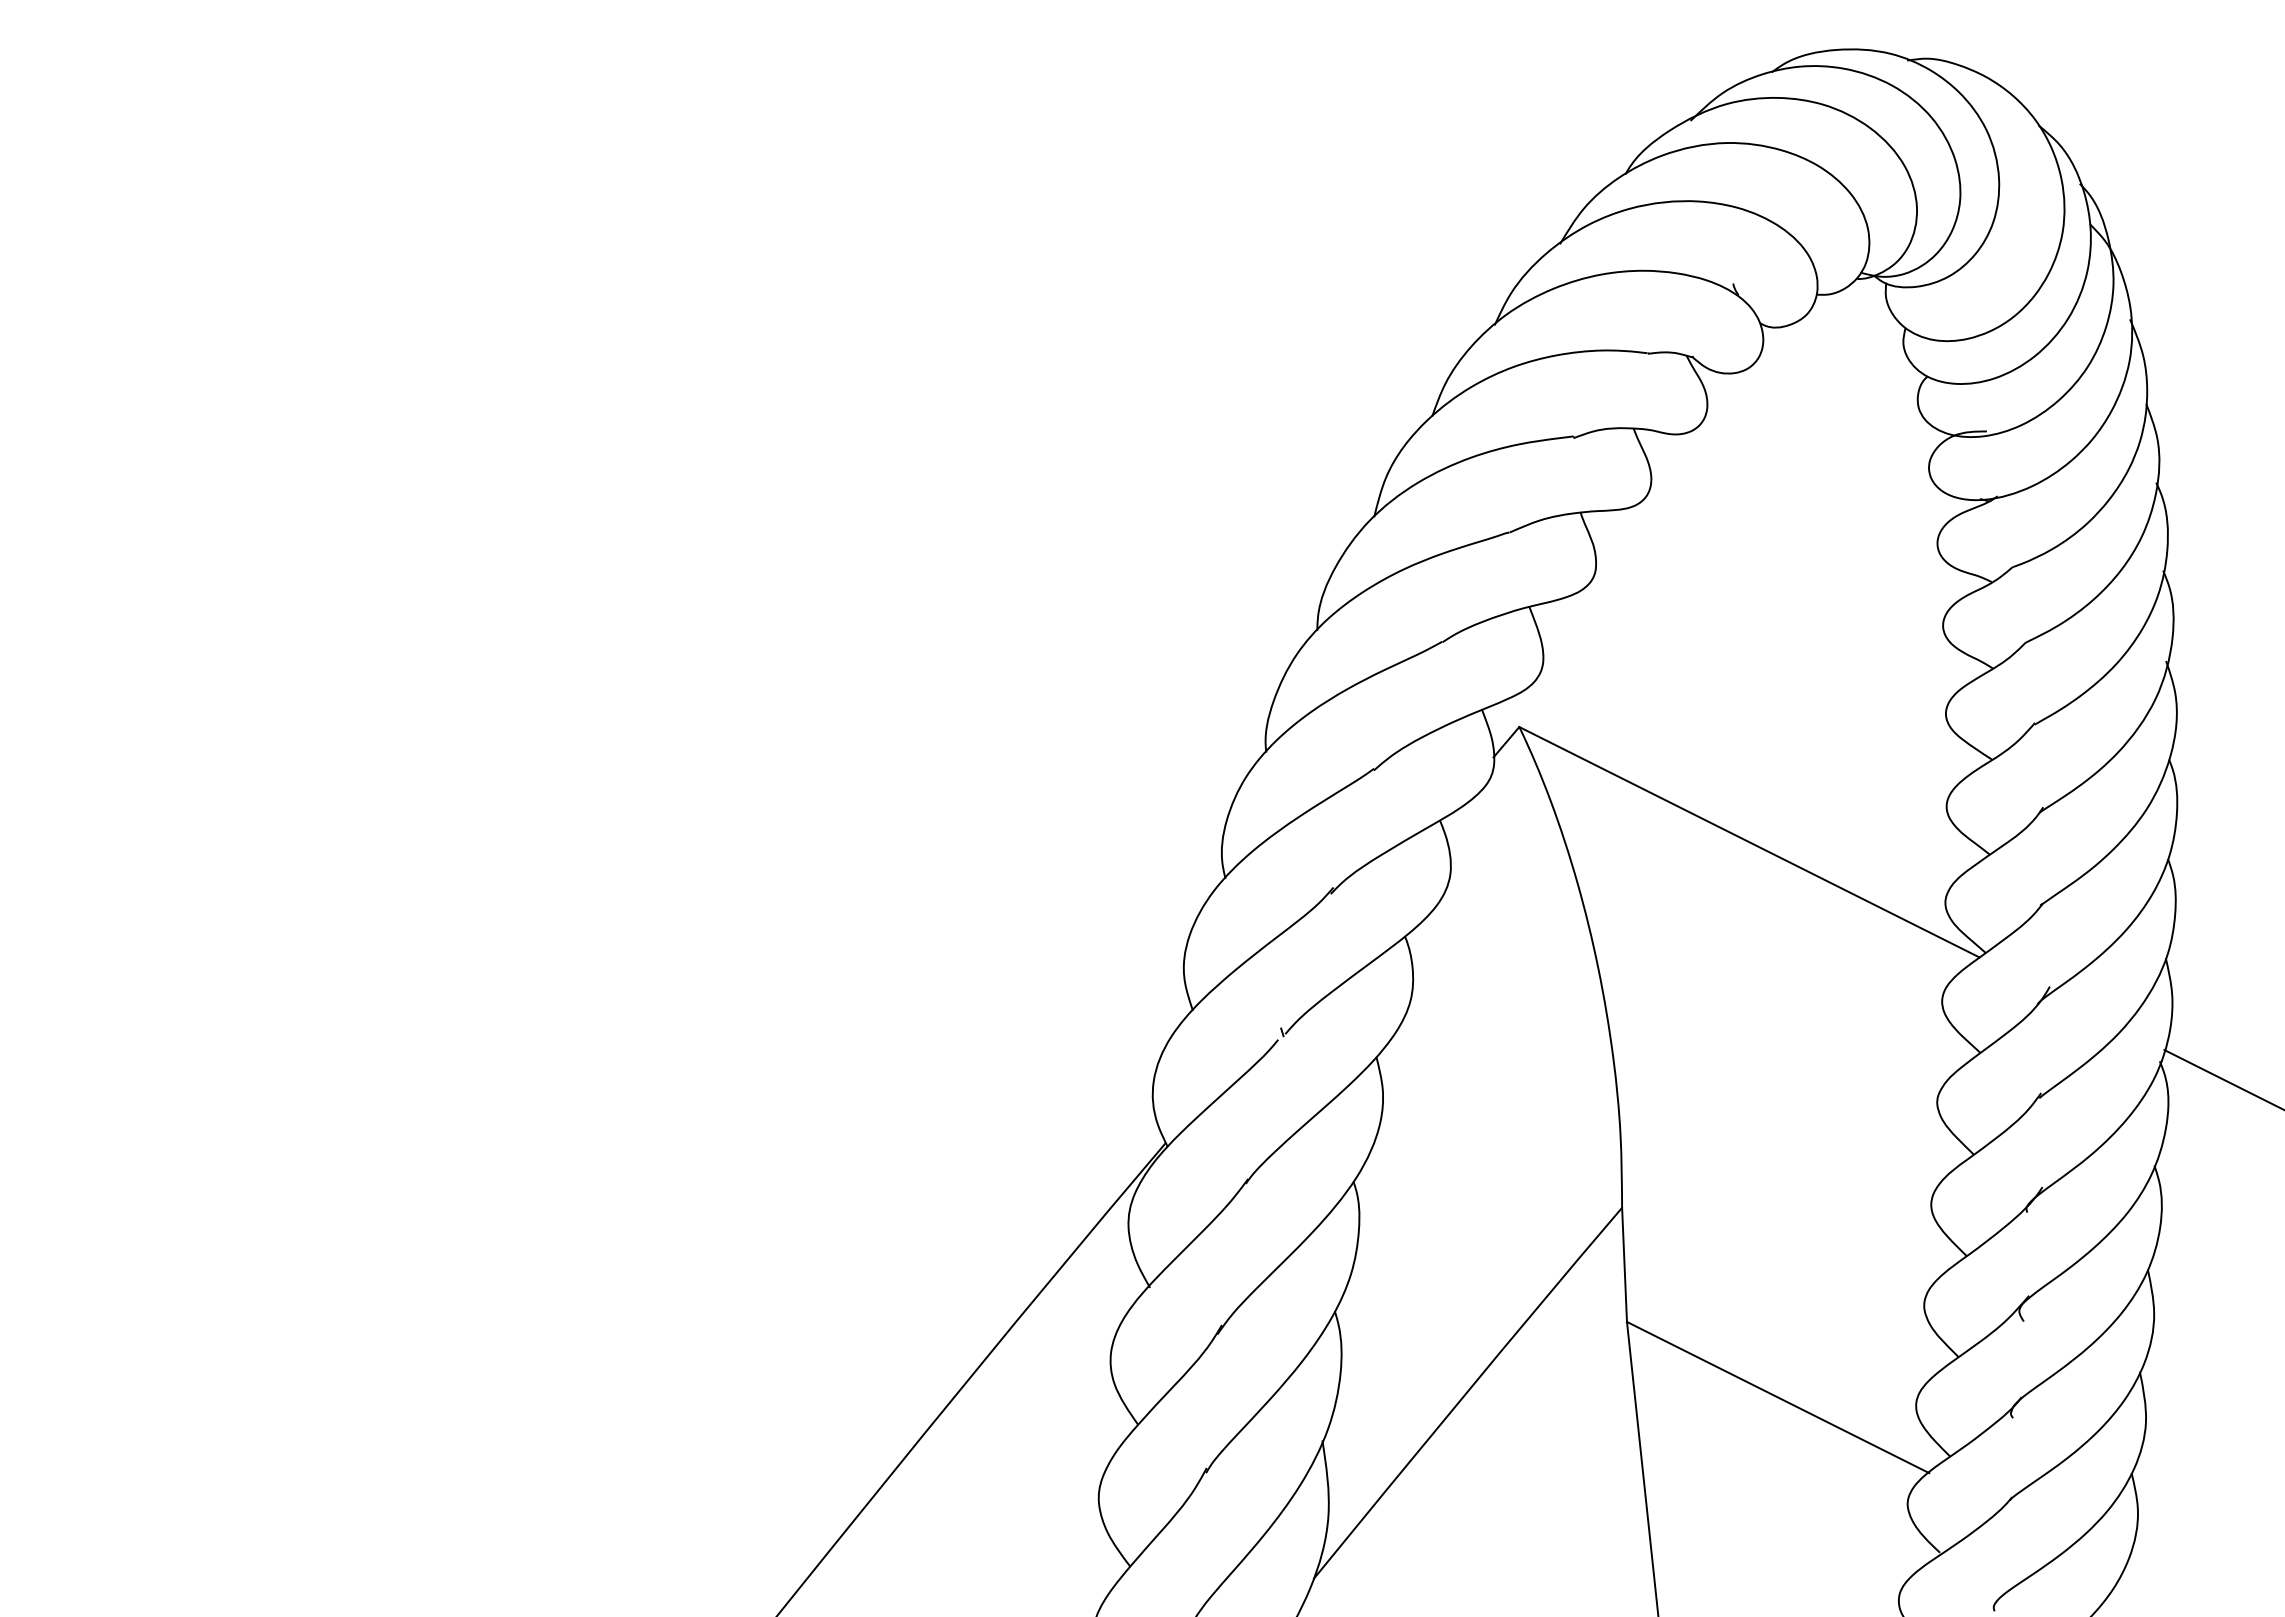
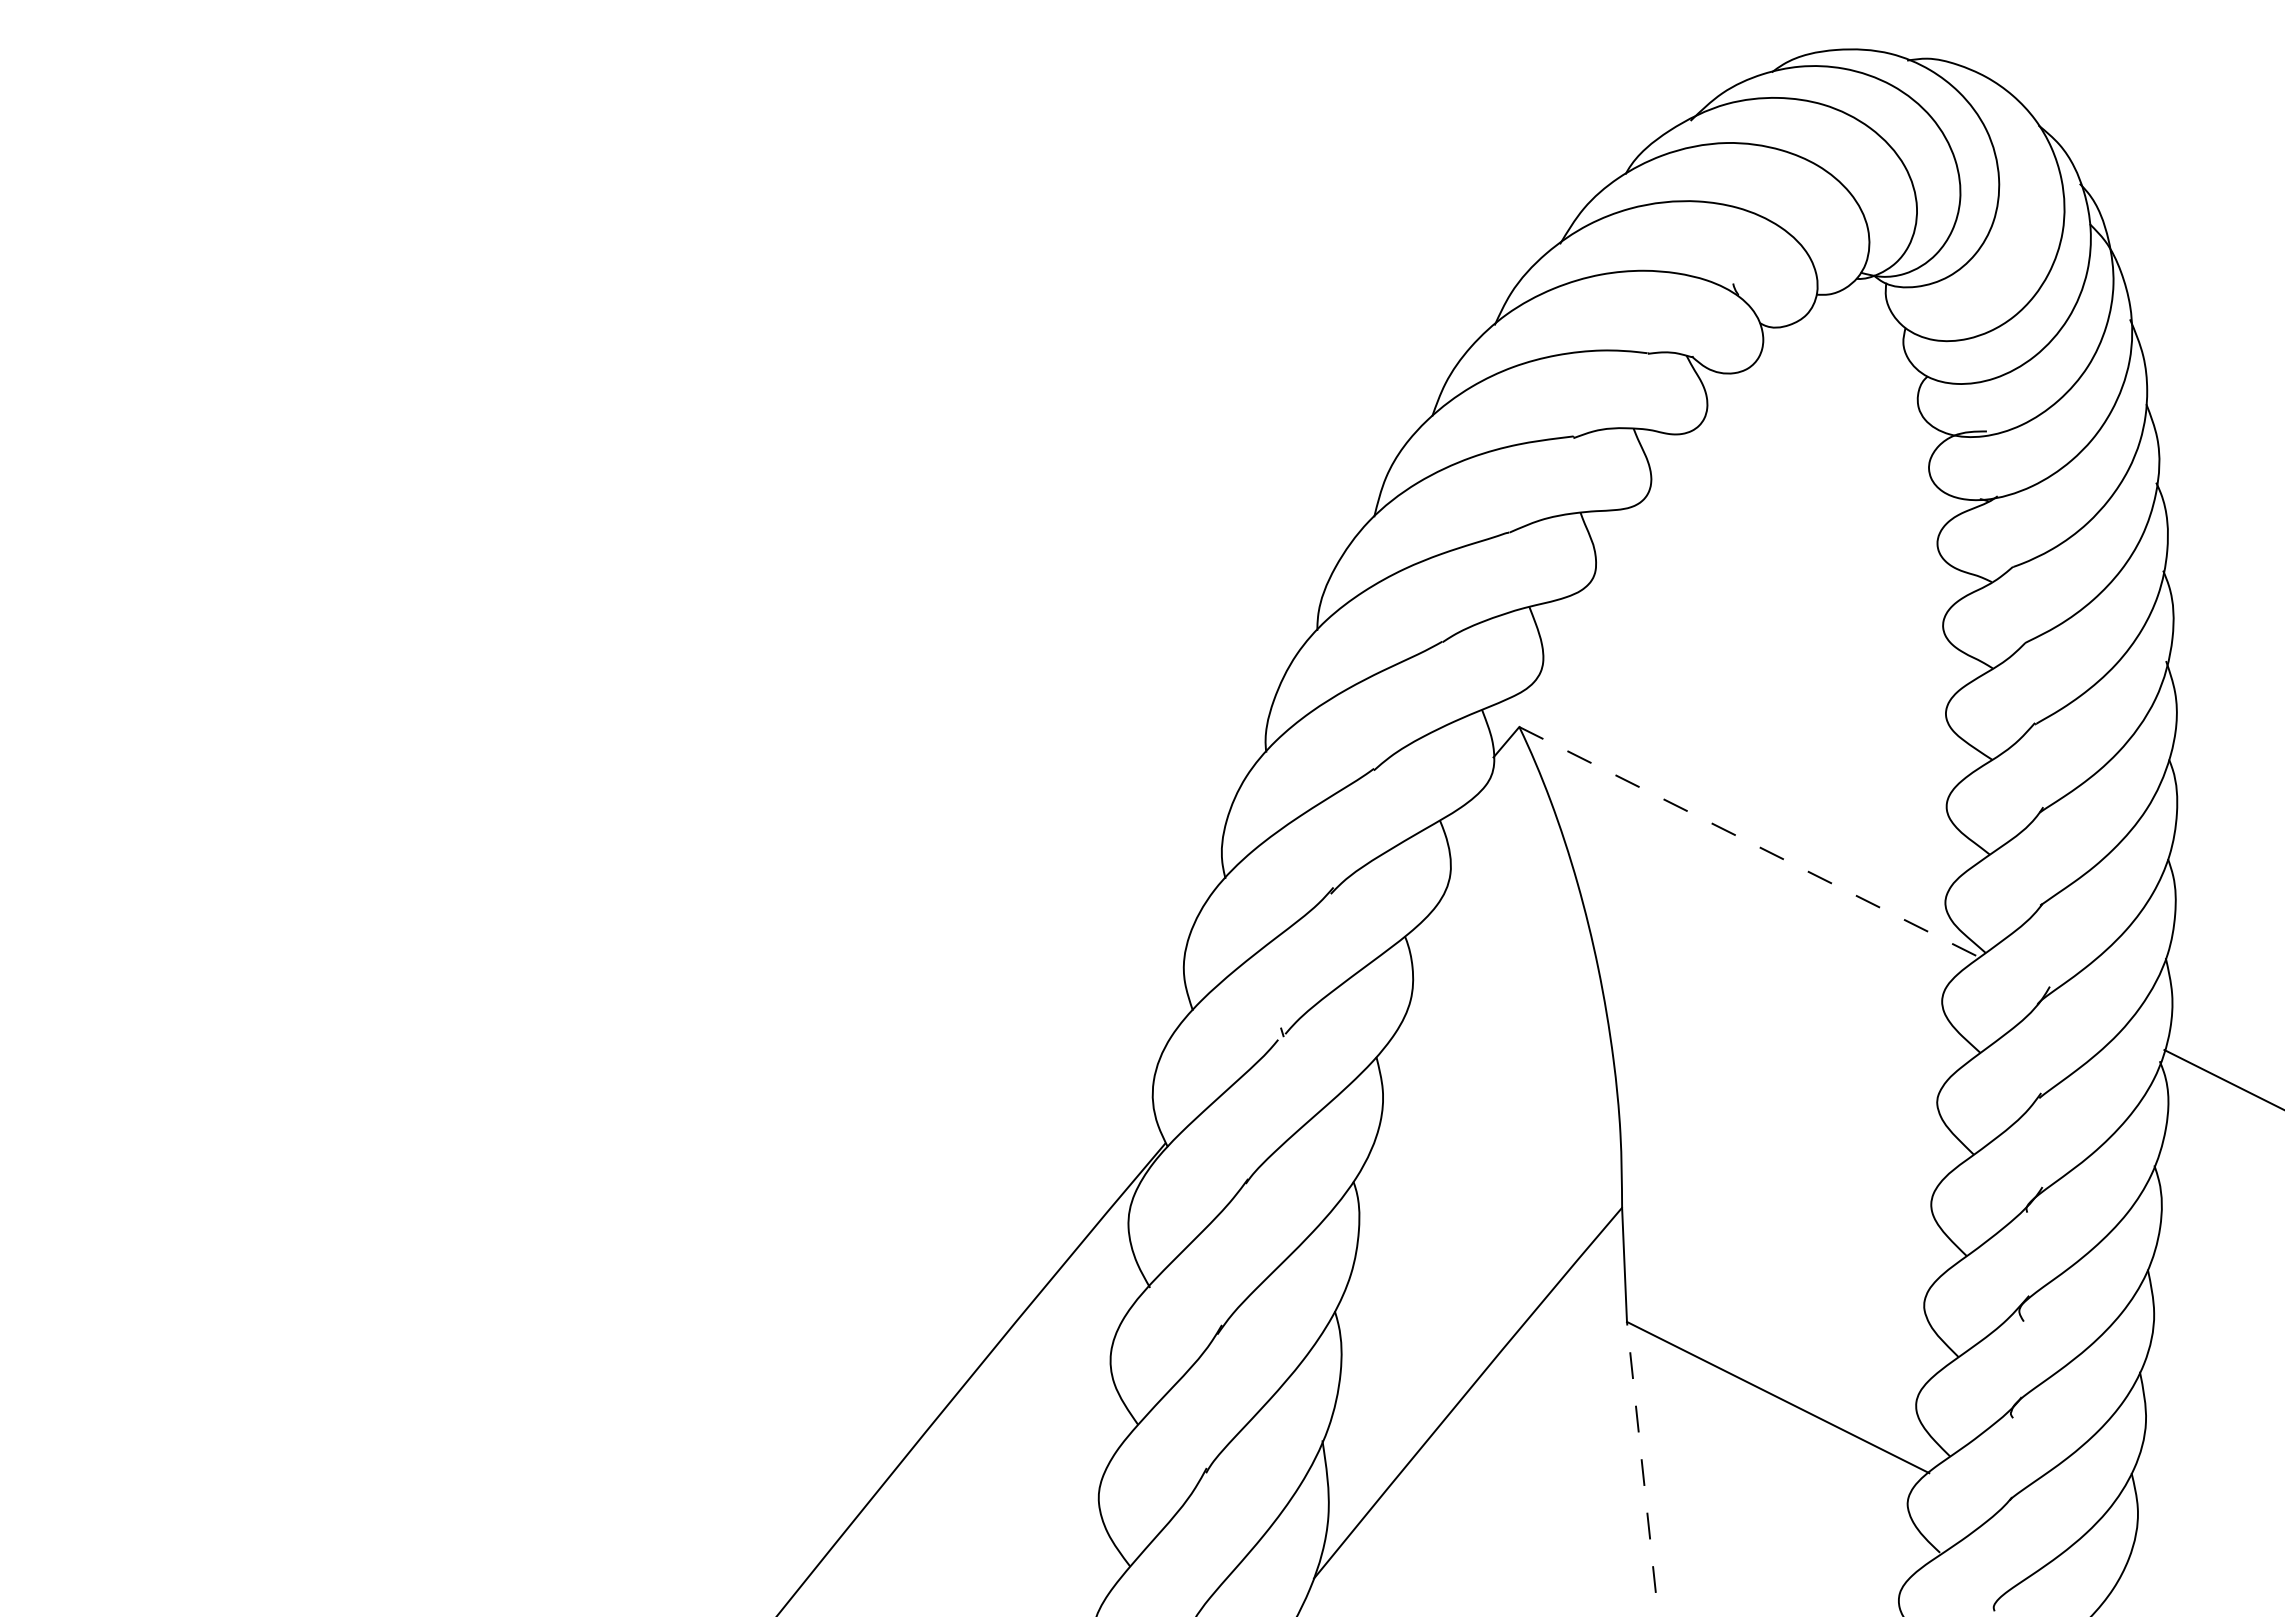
line at (1749, 842): solid -> dashed
line at (1642, 1469): solid -> dashed
